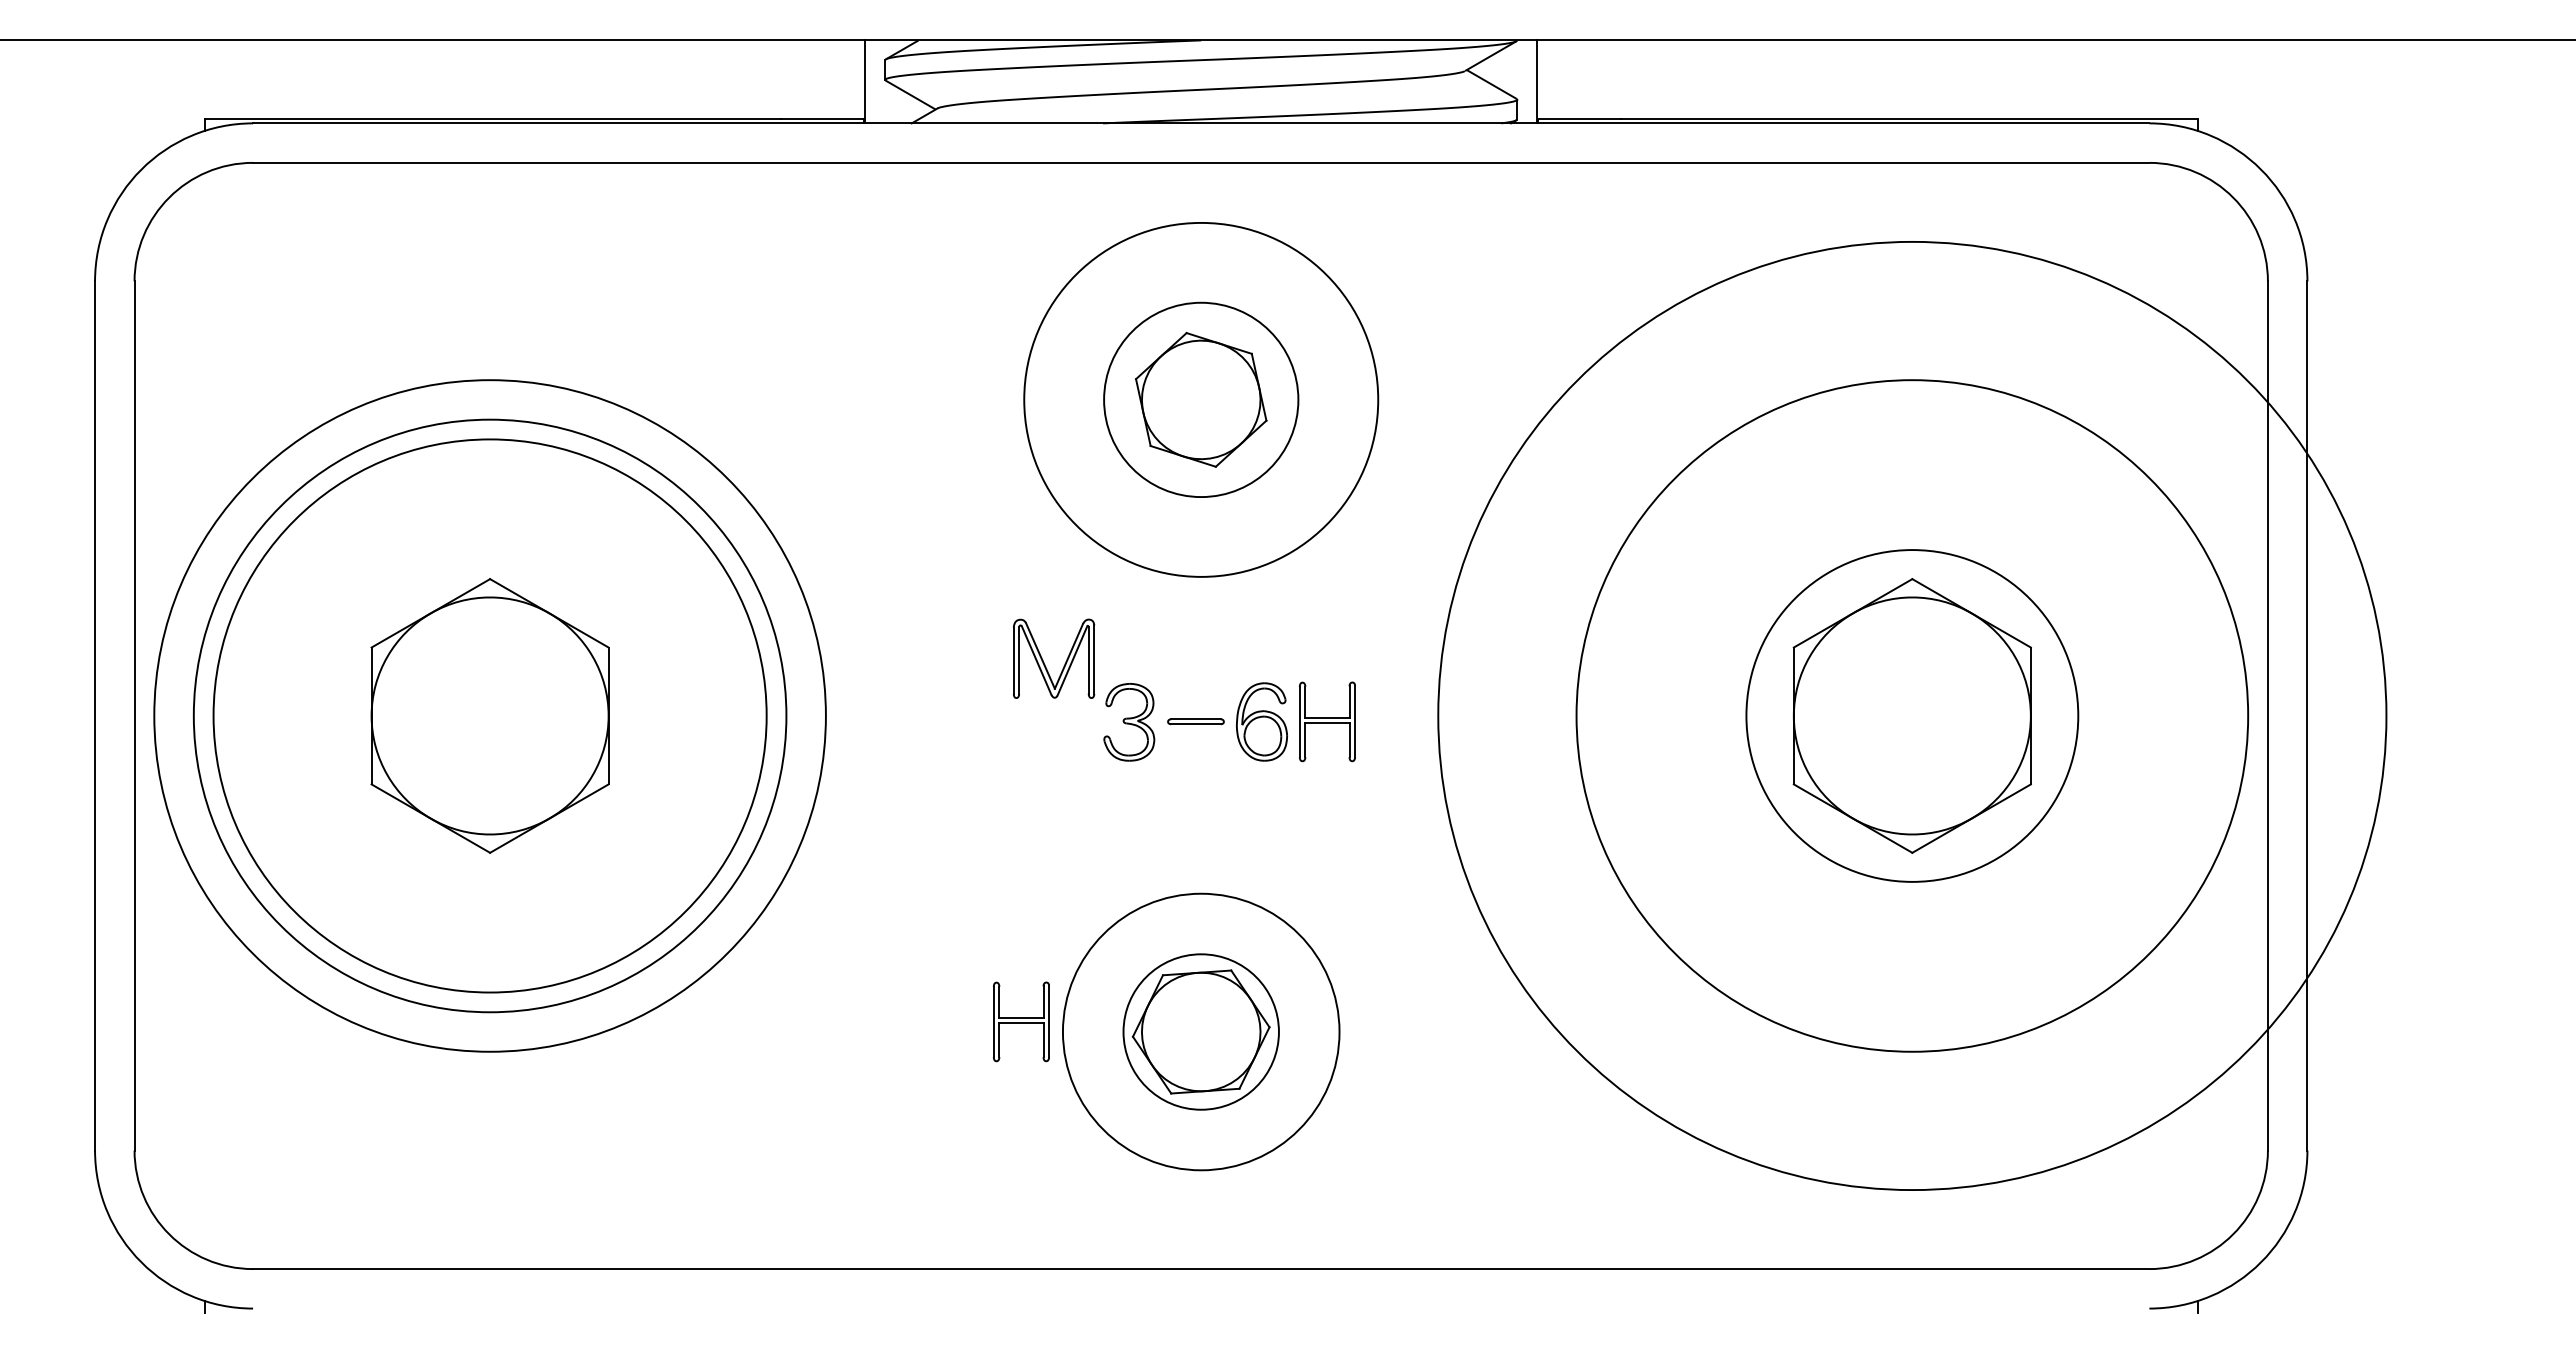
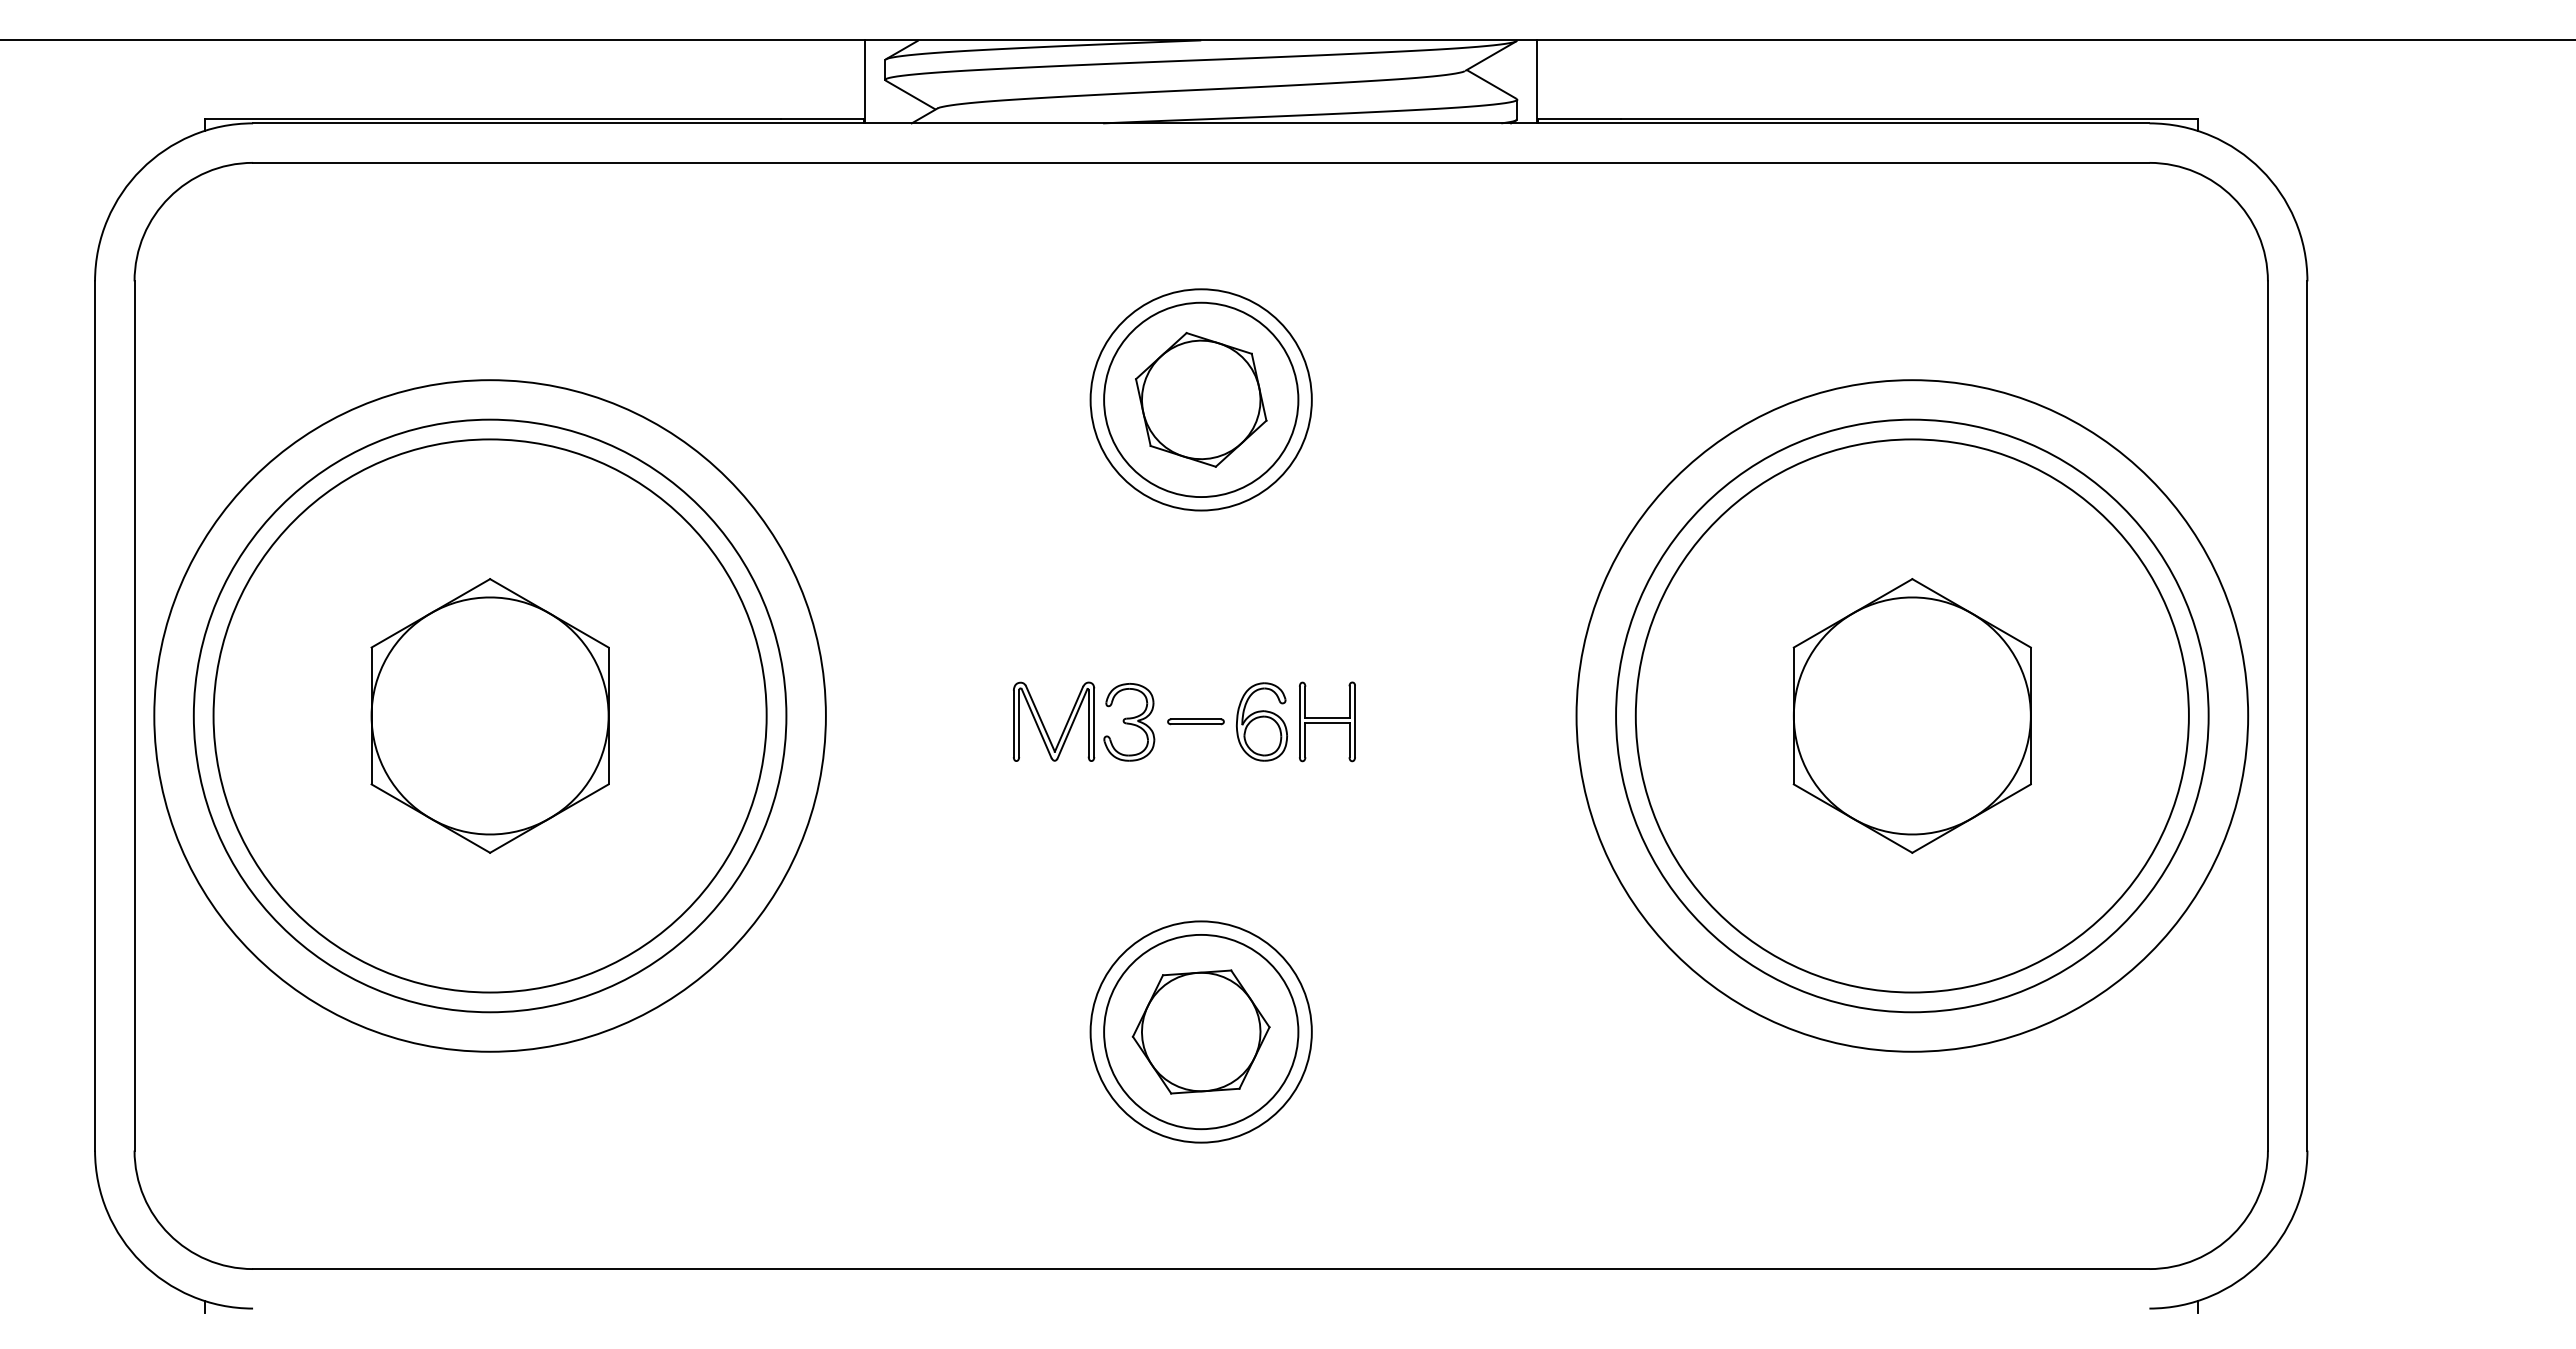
circle at (1201, 399) diameter: 354 px -> 221 px
part at (1044, 662) position: (1044, 662) -> (1044, 725)
circle at (1912, 715) diameter: 332 px -> 553 px
circle at (1912, 715) diameter: 948 px -> 593 px
part at (1021, 1021): present -> none
circle at (1200, 1031) diameter: 155 px -> 194 px
circle at (1200, 1031) diameter: 277 px -> 221 px
